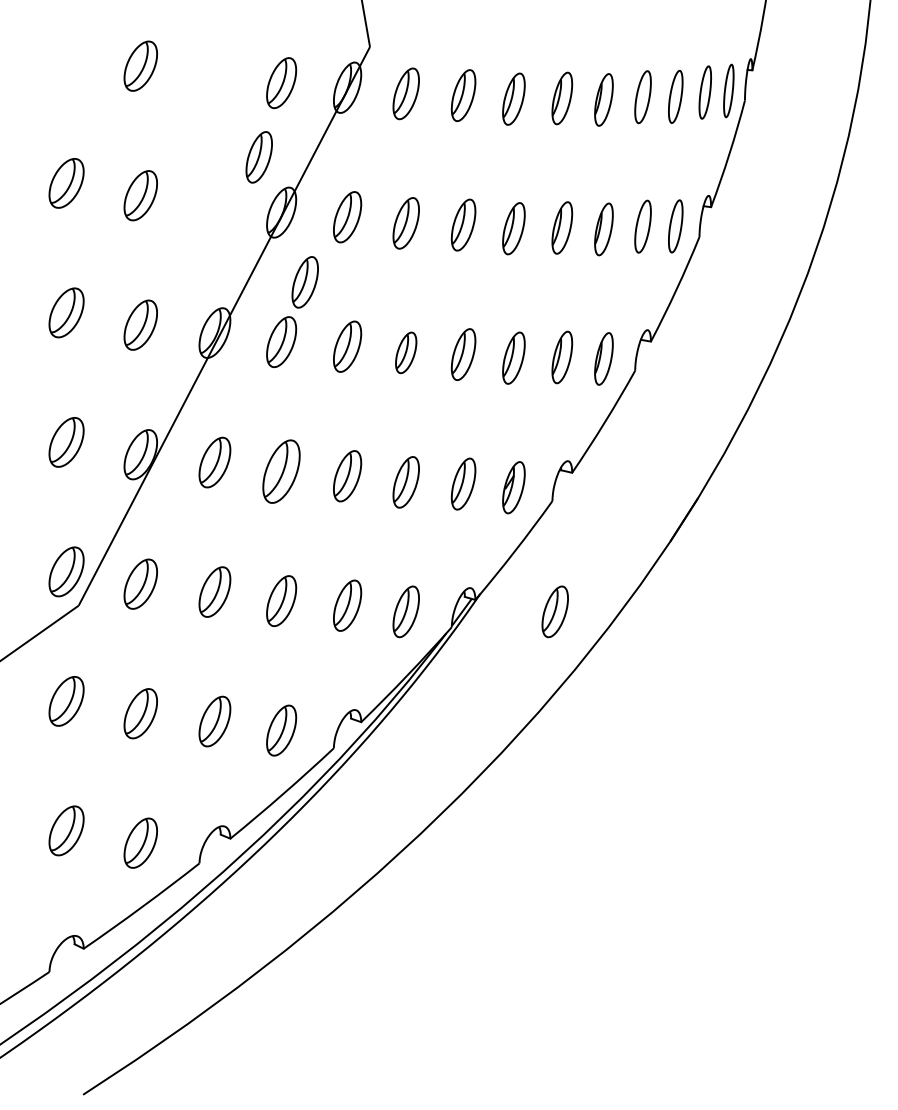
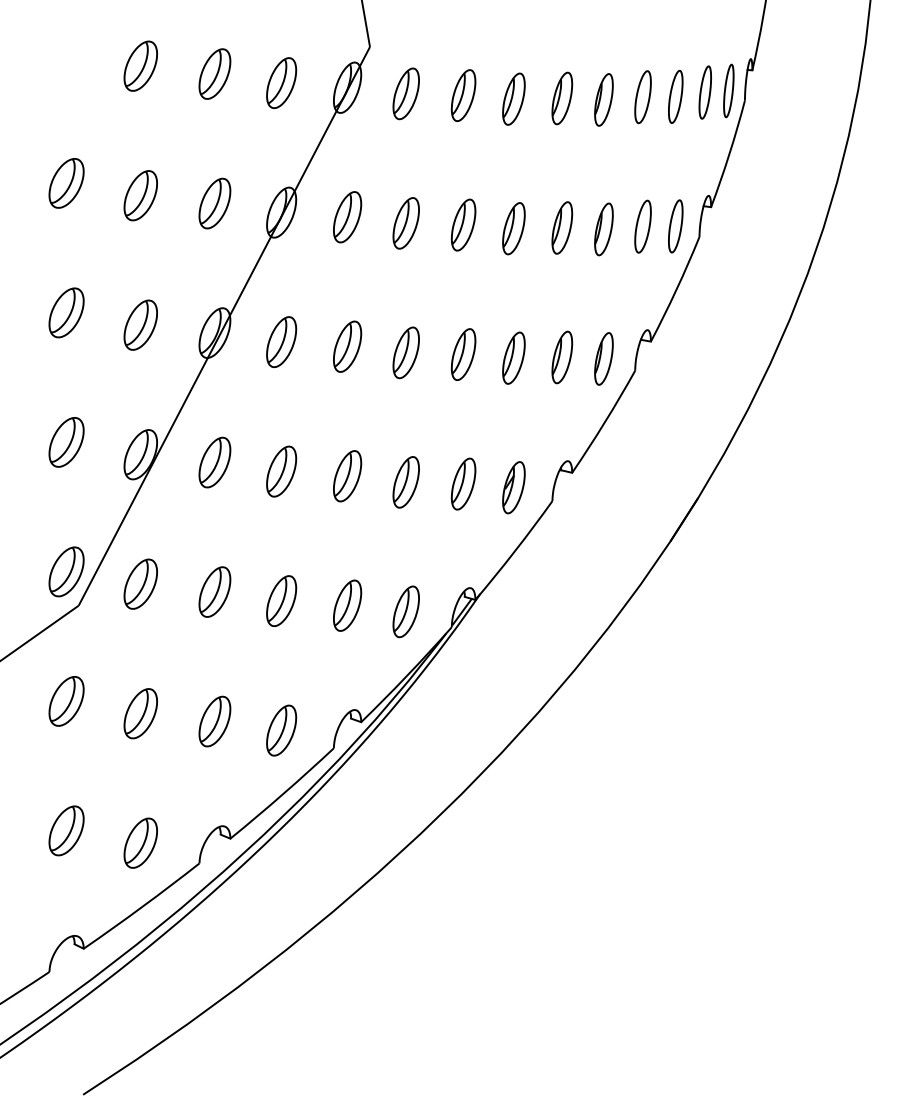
part at (214, 73): none -> present
part at (258, 157): present -> none
part at (214, 203): none -> present
part at (304, 282): present -> none
part at (406, 352) size: 23x44 px -> 28x54 px
part at (281, 471) size: 39x65 px -> 32x53 px
part at (554, 611): present -> none
